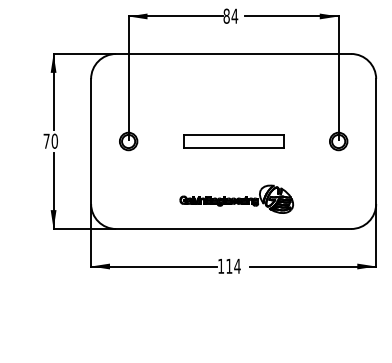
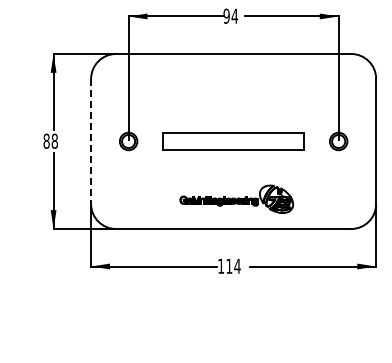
text at (226, 15): 84 -> 94
text at (50, 140): 70 -> 88
line at (91, 141): solid -> dashed
part at (233, 141) size: 102x15 px -> 143x19 px
